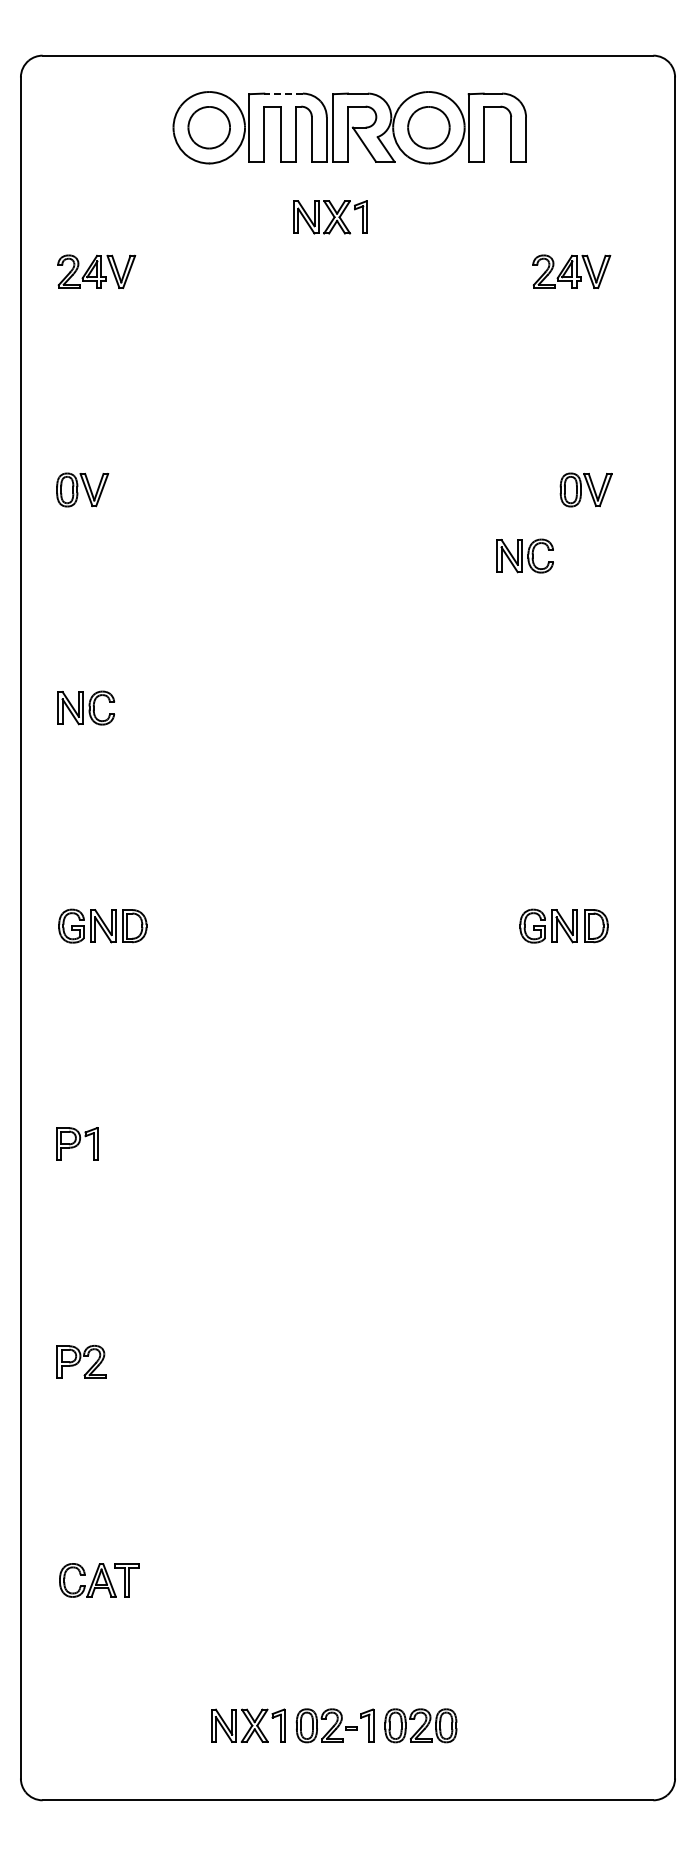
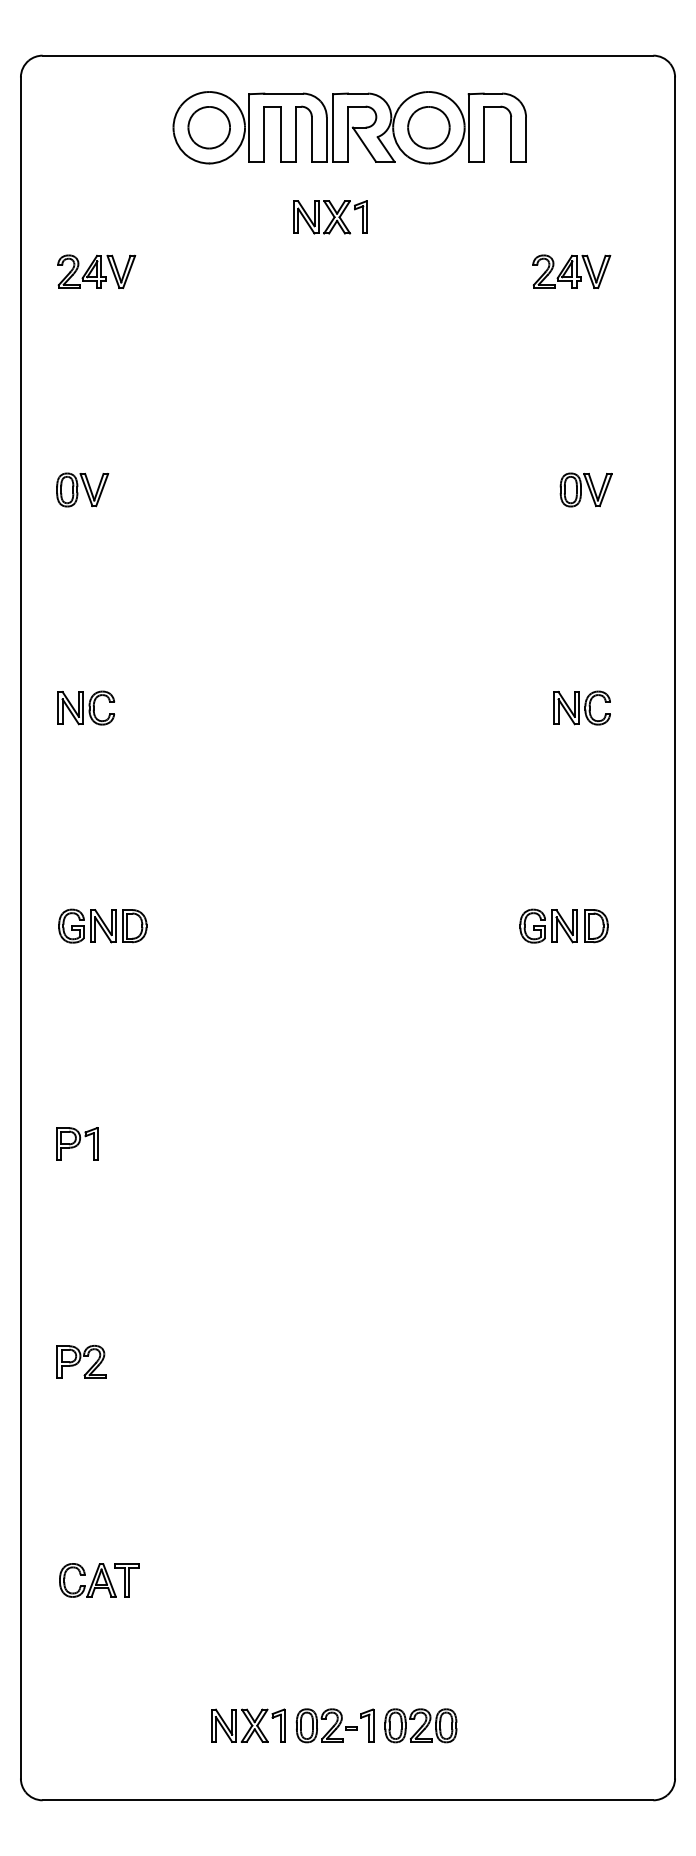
line at (283, 93): dashed -> solid
part at (524, 555) position: (524, 555) -> (581, 707)
